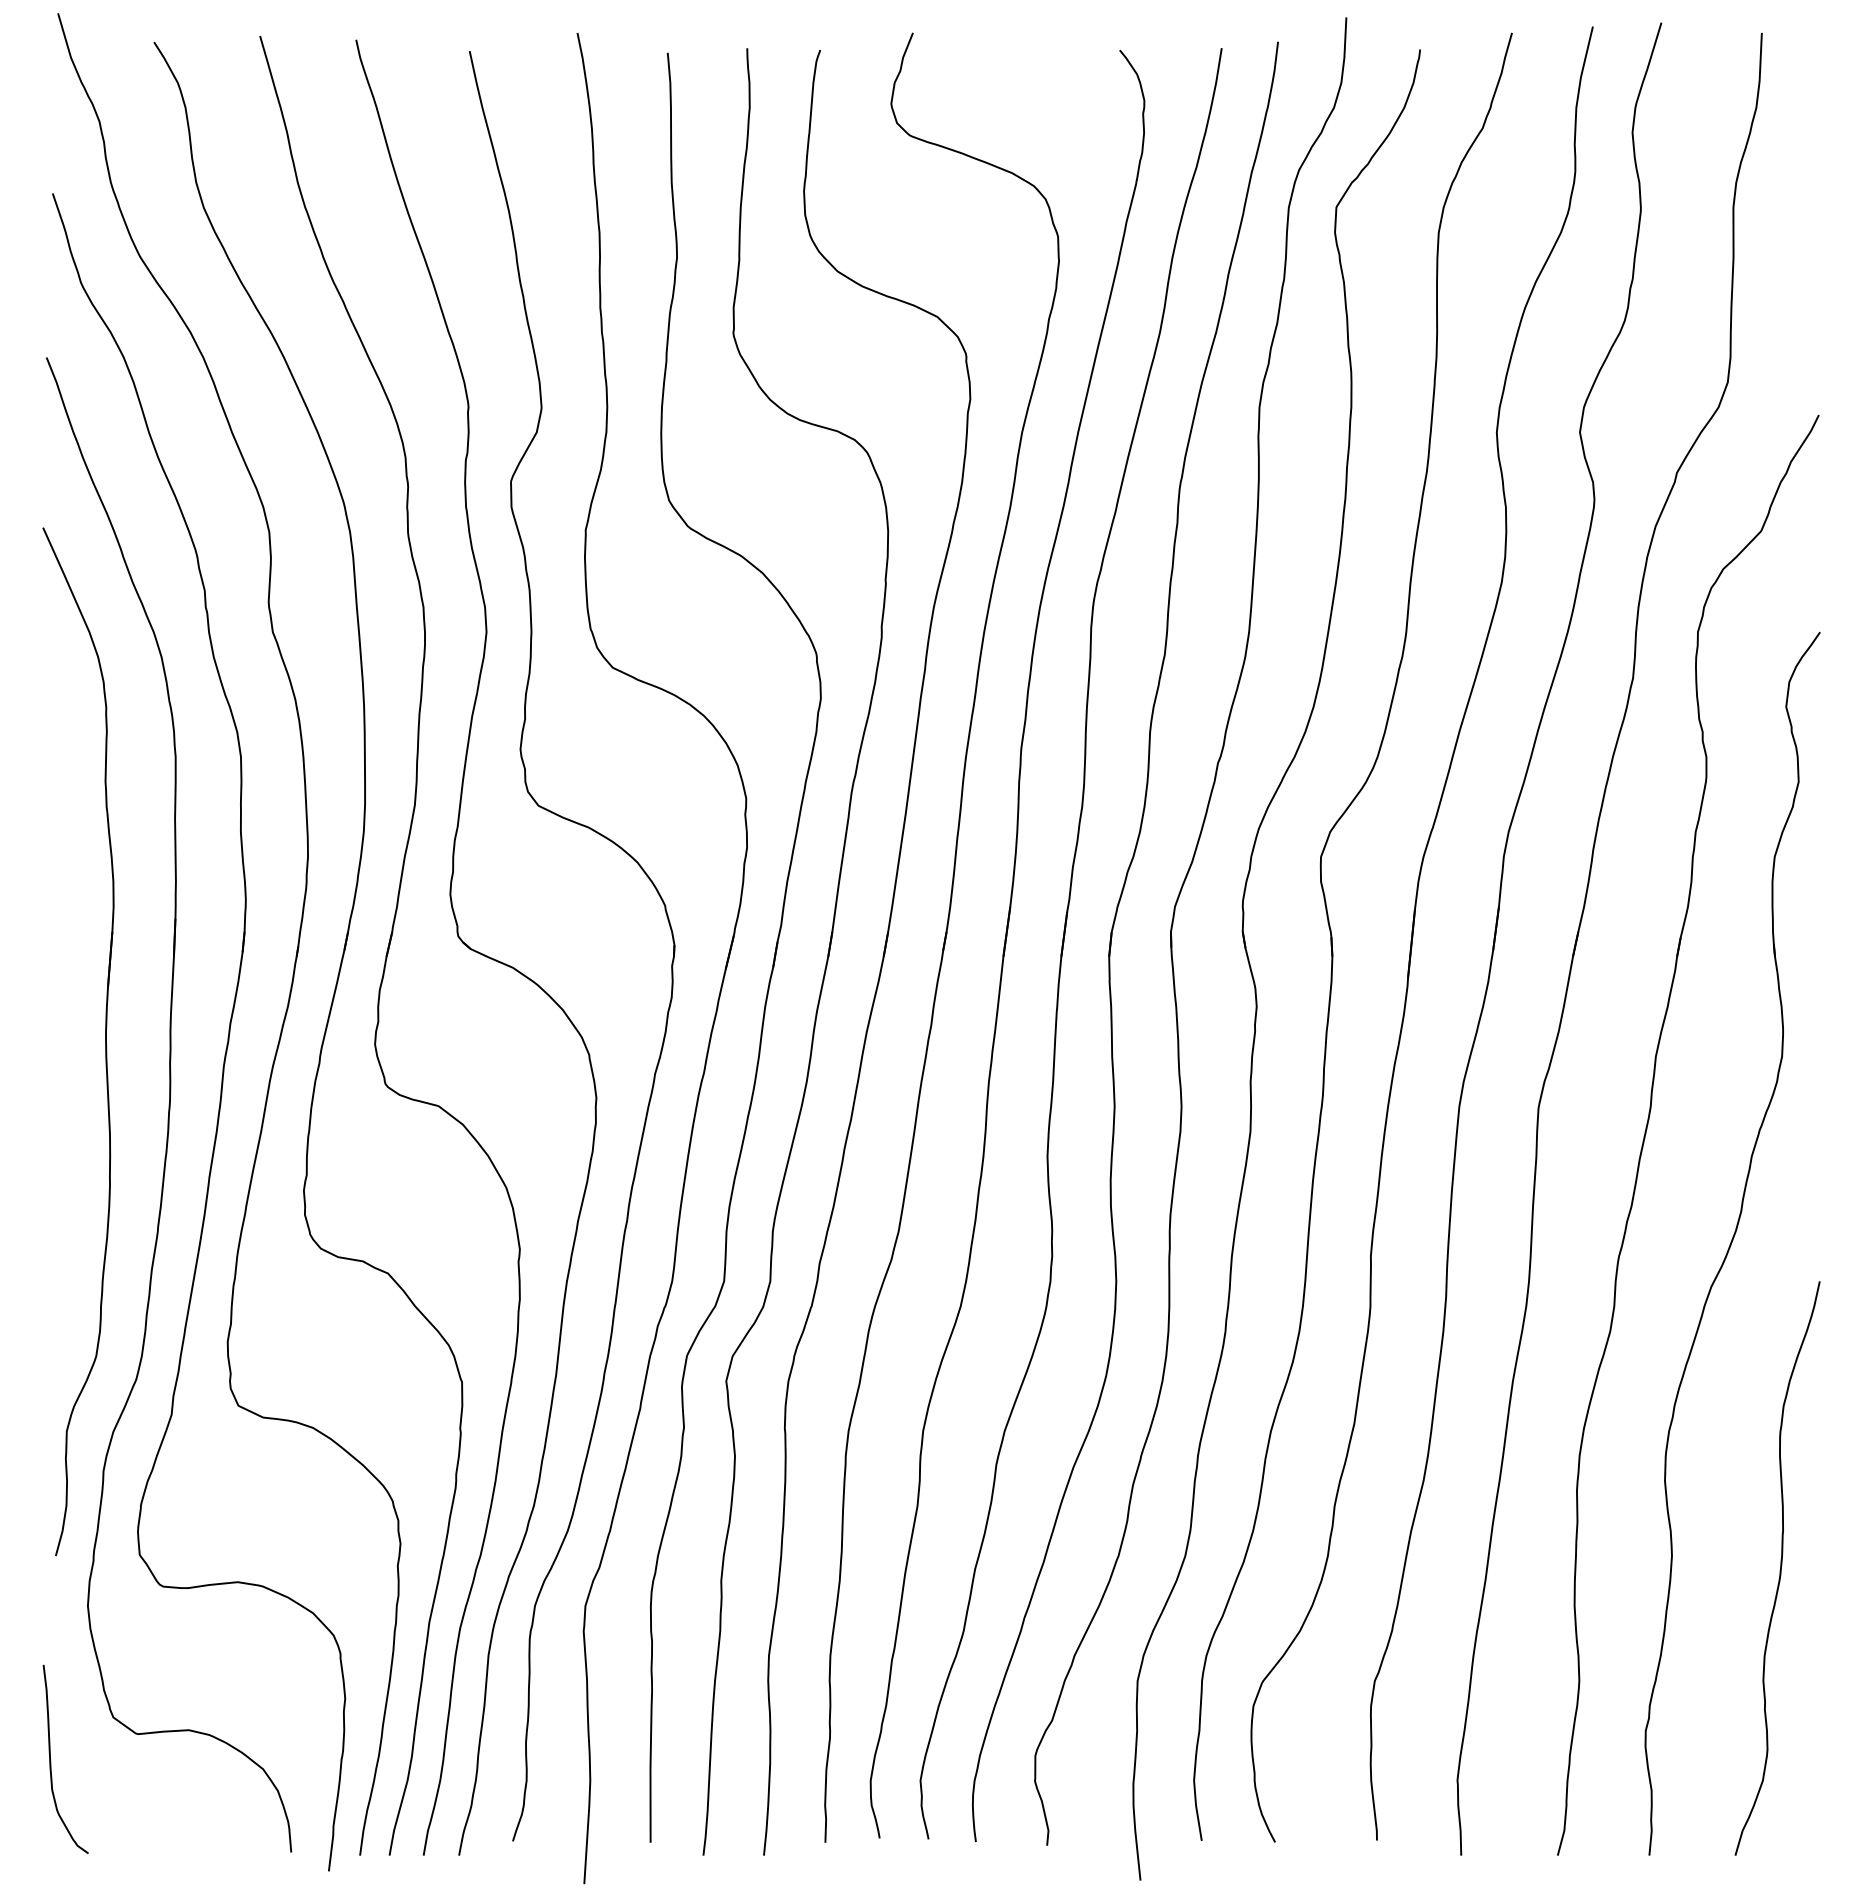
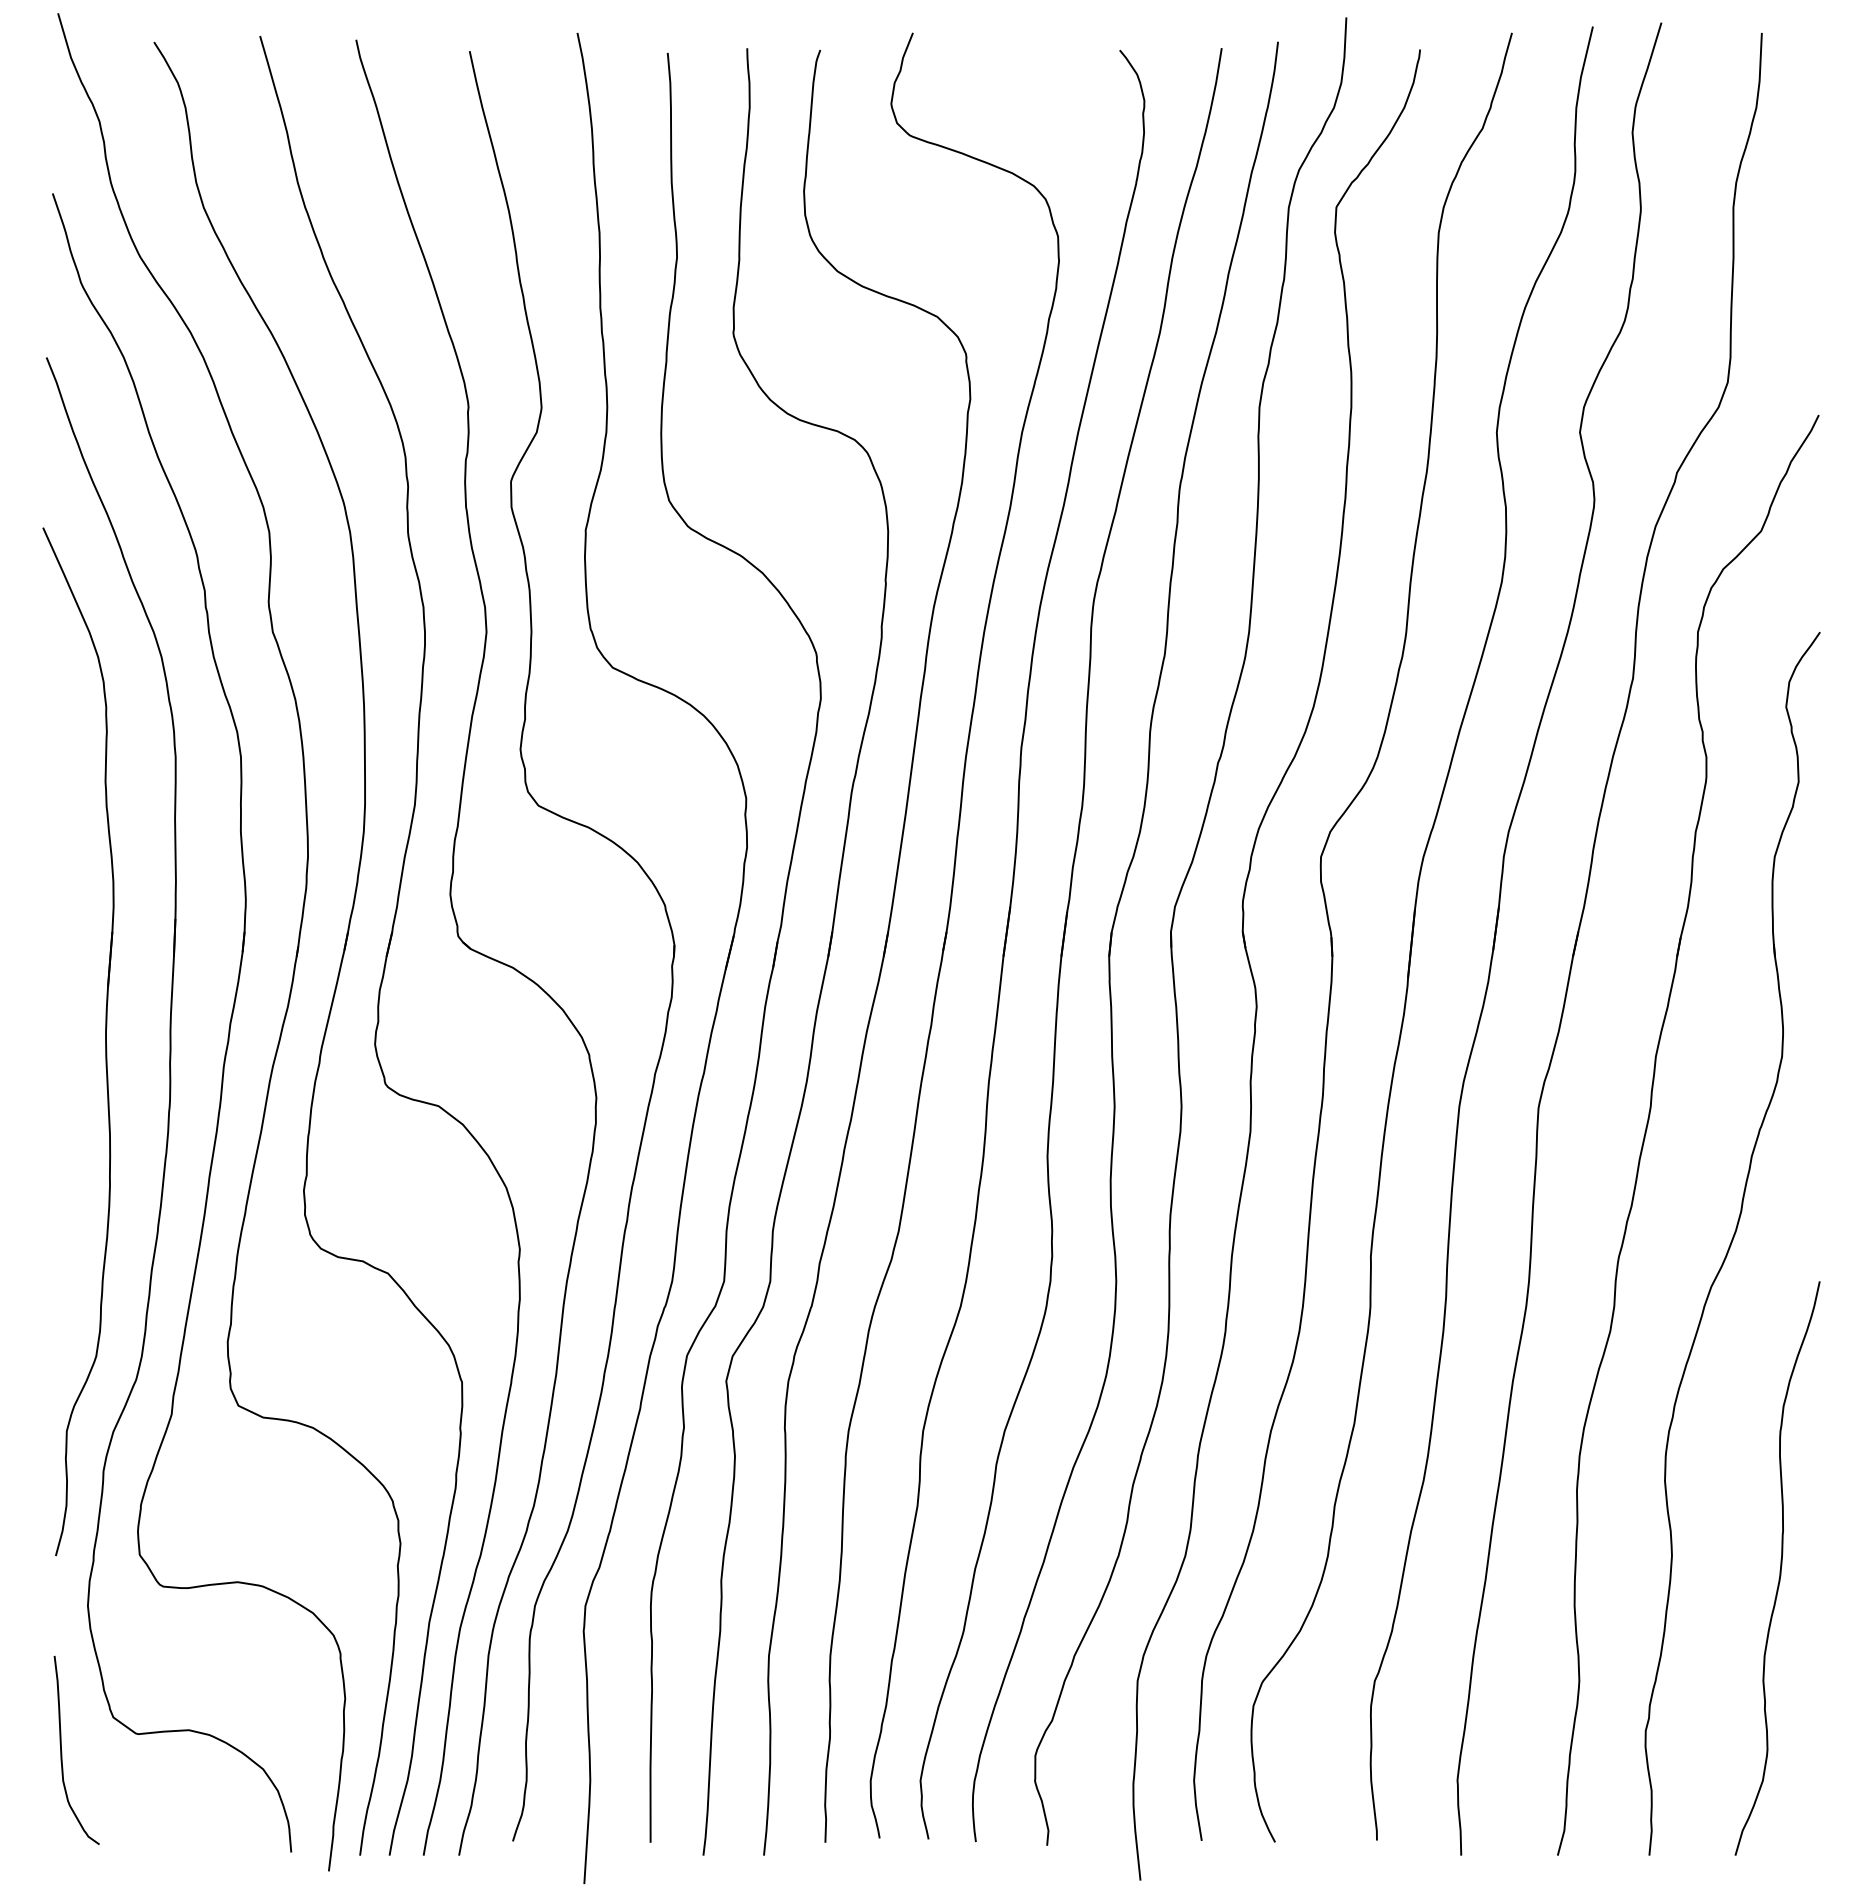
curve at (51, 1760) position: (51, 1760) -> (62, 1751)
